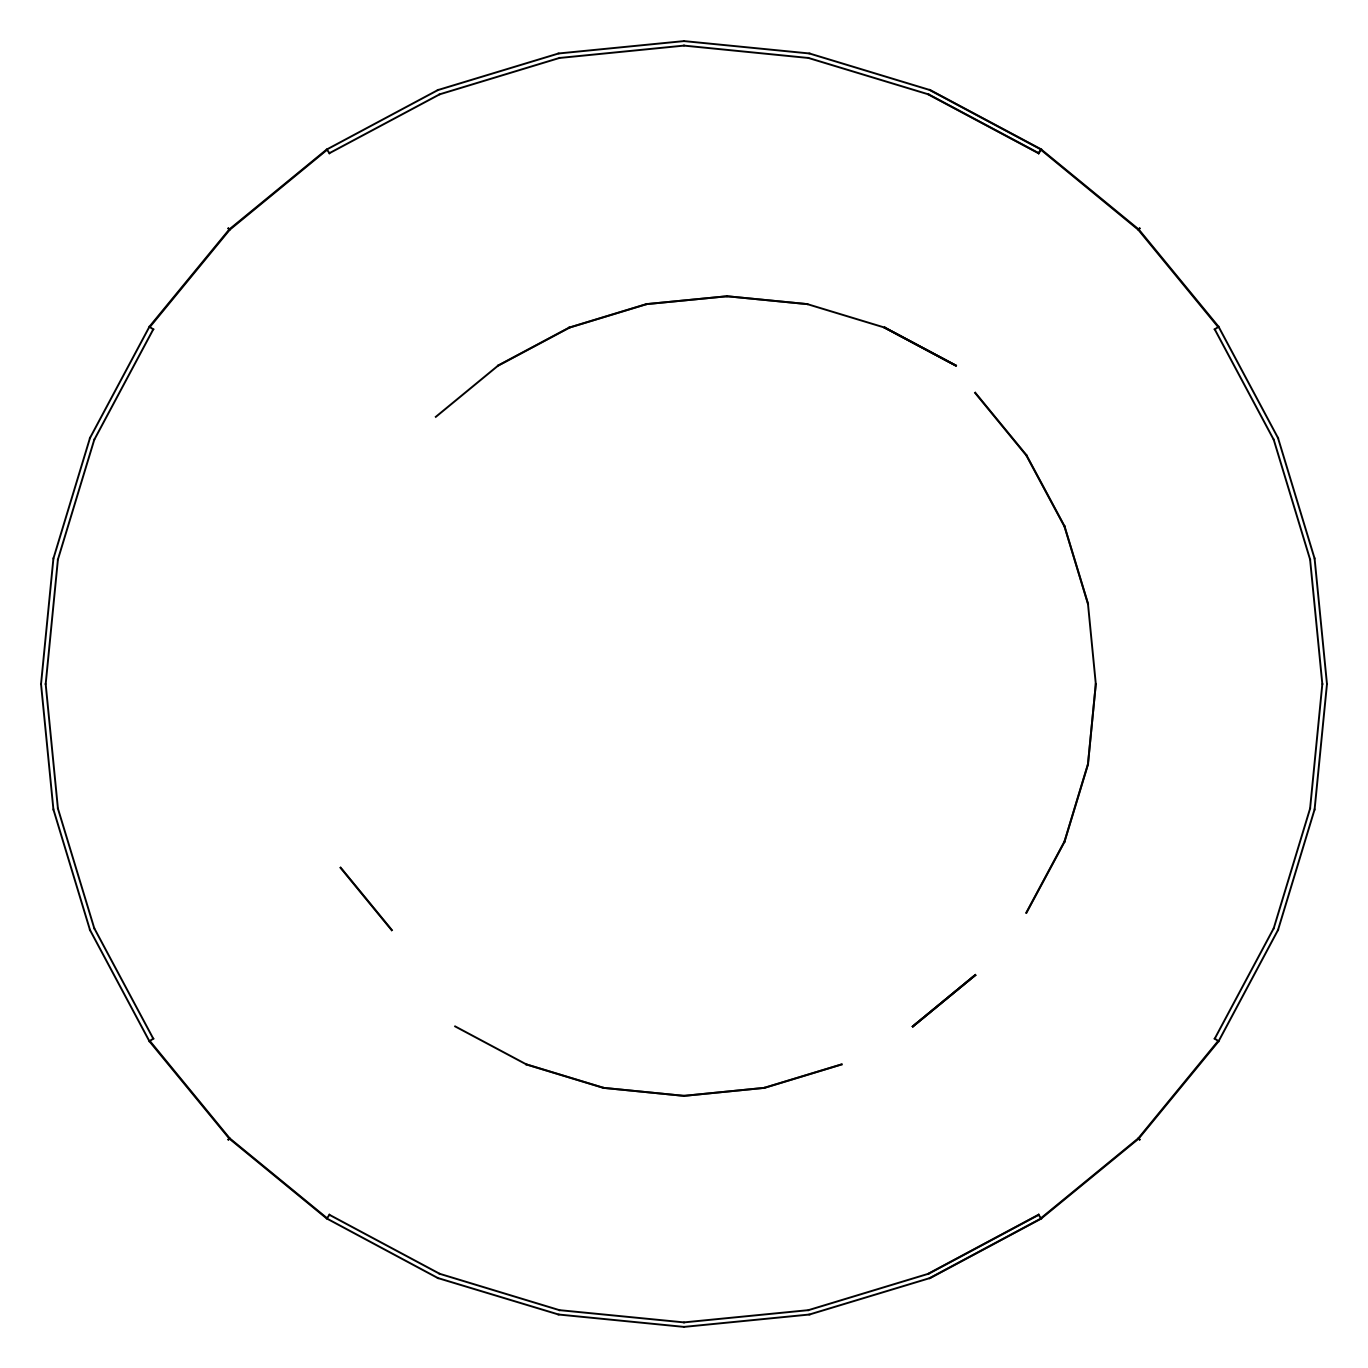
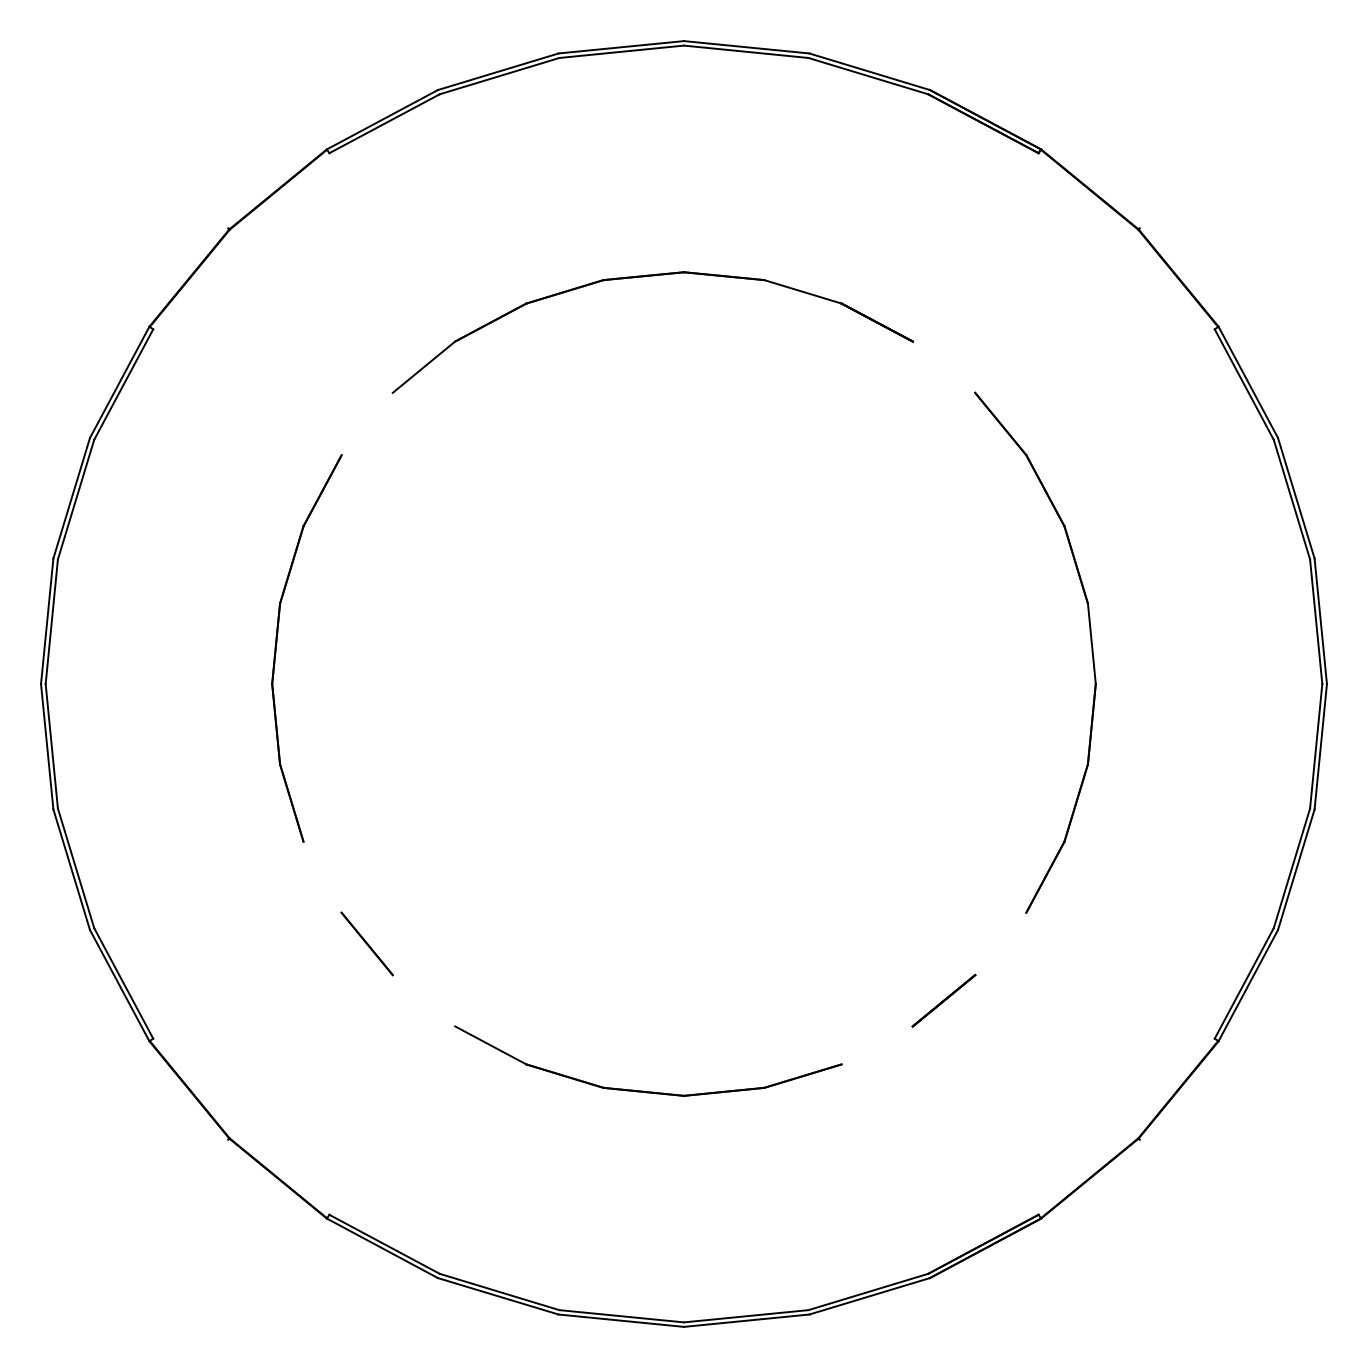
part at (687, 301) position: (687, 301) -> (644, 277)
part at (277, 643): none -> present
line at (365, 898) position: (365, 898) -> (366, 943)
